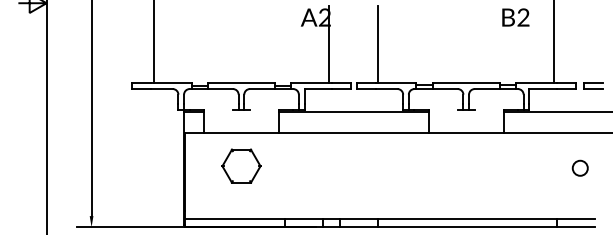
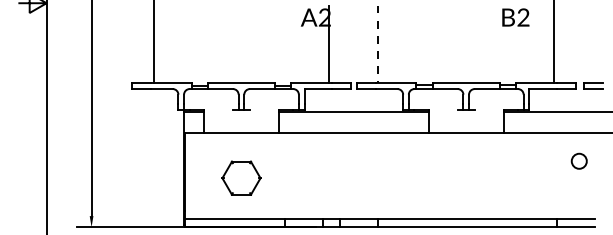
line at (378, 44): solid -> dashed
part at (241, 165) position: (241, 165) -> (241, 177)
circle at (579, 167) position: (579, 167) -> (578, 160)
